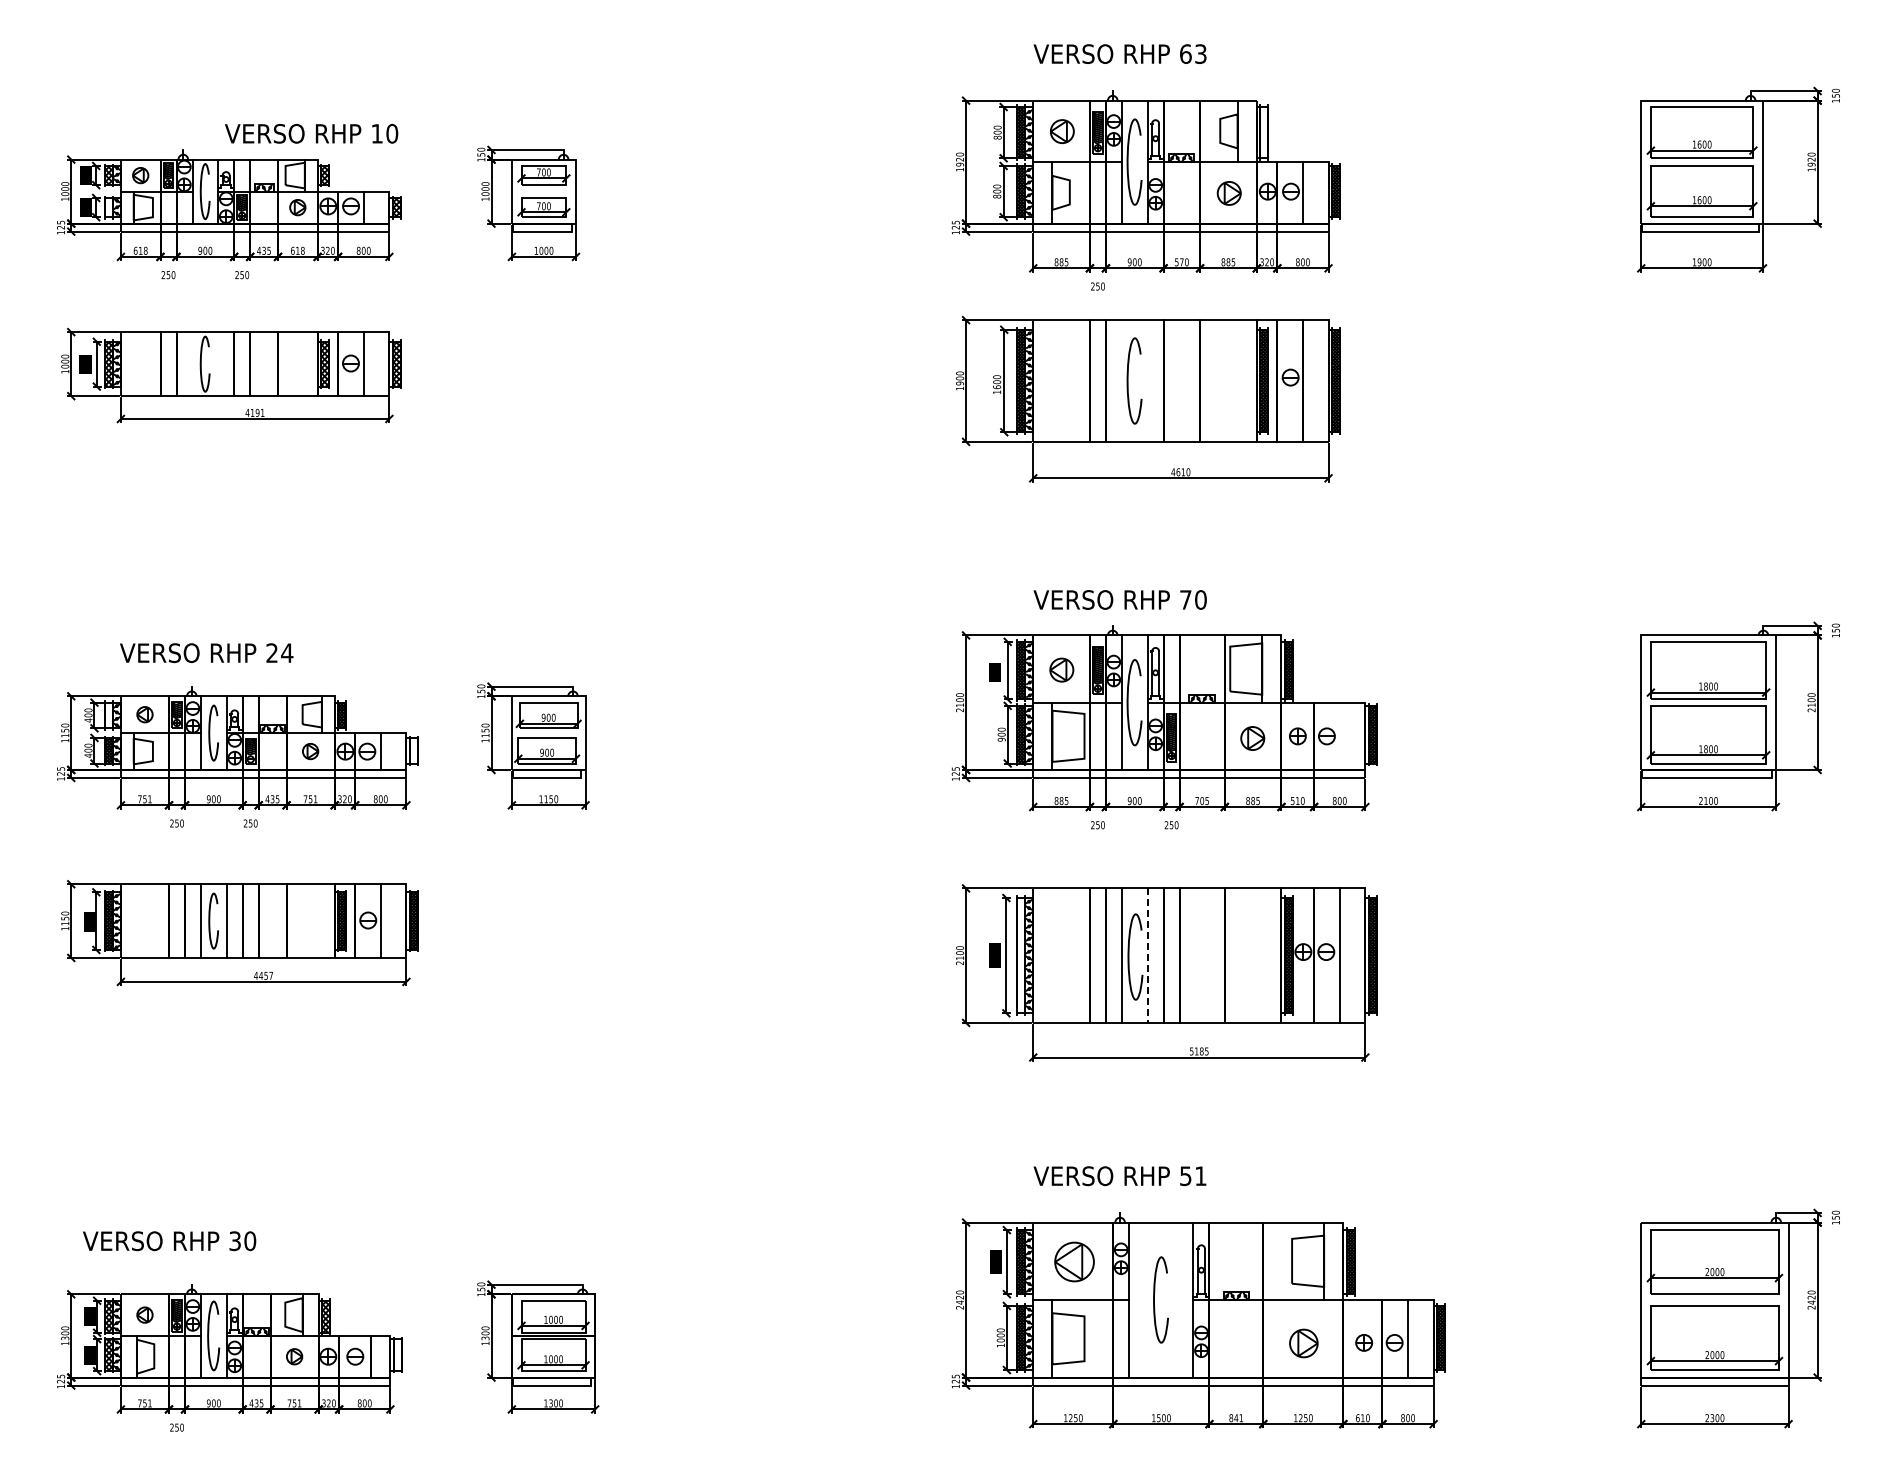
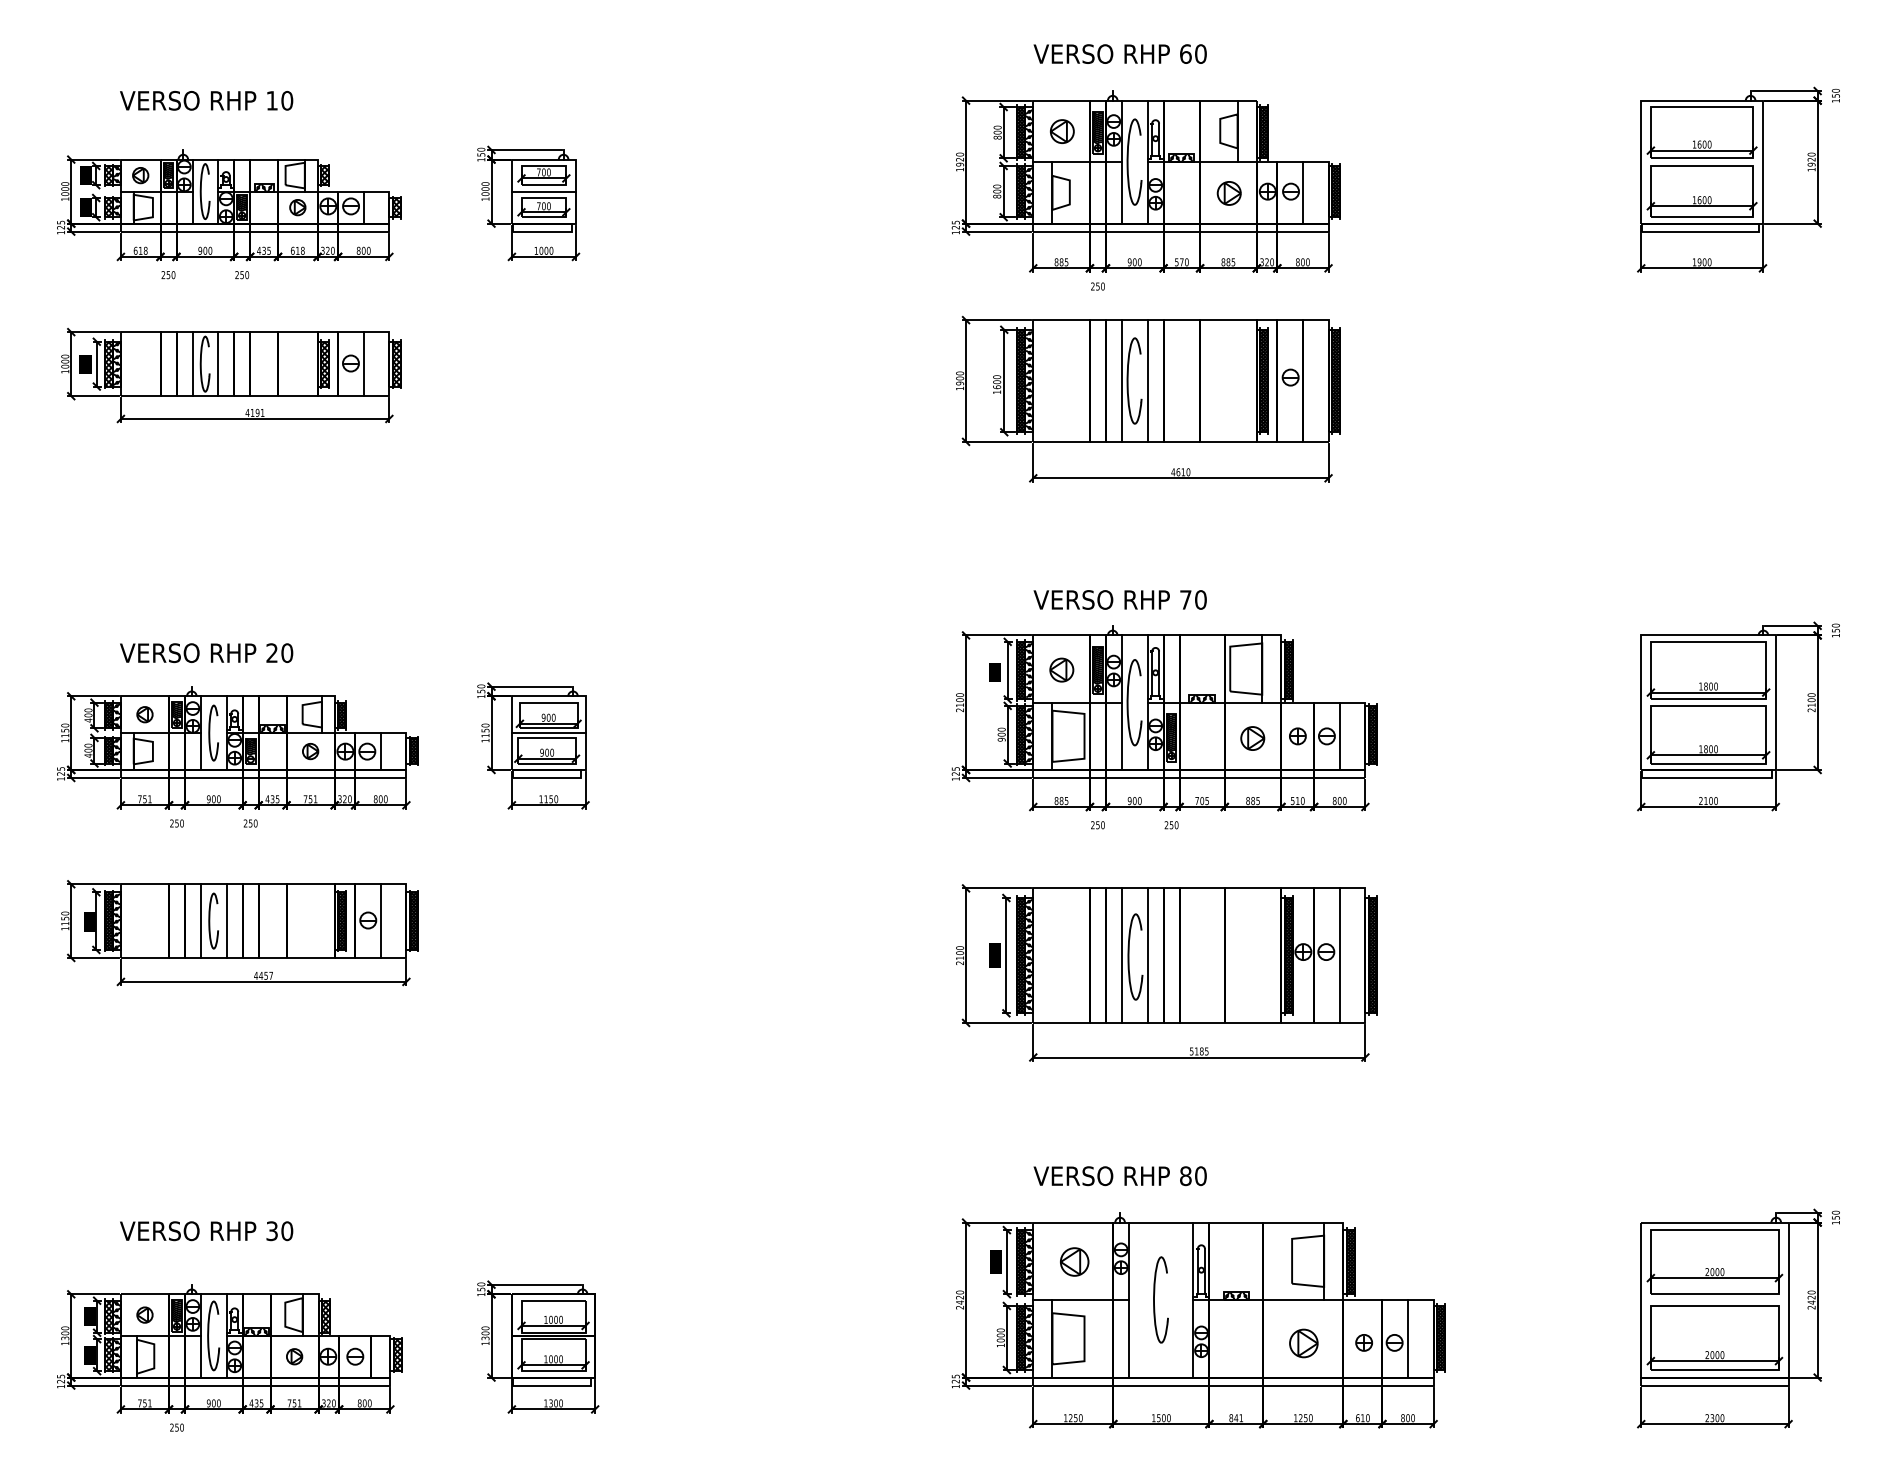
text at (1200, 53): 63 -> 60
hatch at (1264, 132): none -> present
text at (311, 133) position: (311, 133) -> (206, 100)
line at (543, 191): none -> present
hatch at (108, 207): none -> present
line at (192, 364): none -> present
line at (218, 364): none -> present
line at (1121, 380): none -> present
line at (1147, 380): none -> present
text at (287, 653): 24 -> 20
hatch at (108, 715): none -> present
line at (548, 733): none -> present
line at (1339, 735): none -> present
hatch at (413, 750): none -> present
hatch at (1021, 955): none -> present
line at (1147, 956): dashed -> solid
text at (1193, 1176): 51 -> 80
text at (169, 1241) position: (169, 1241) -> (206, 1231)
part at (1074, 1261) size: 41x42 px -> 30x30 px
hatch at (397, 1355): none -> present
